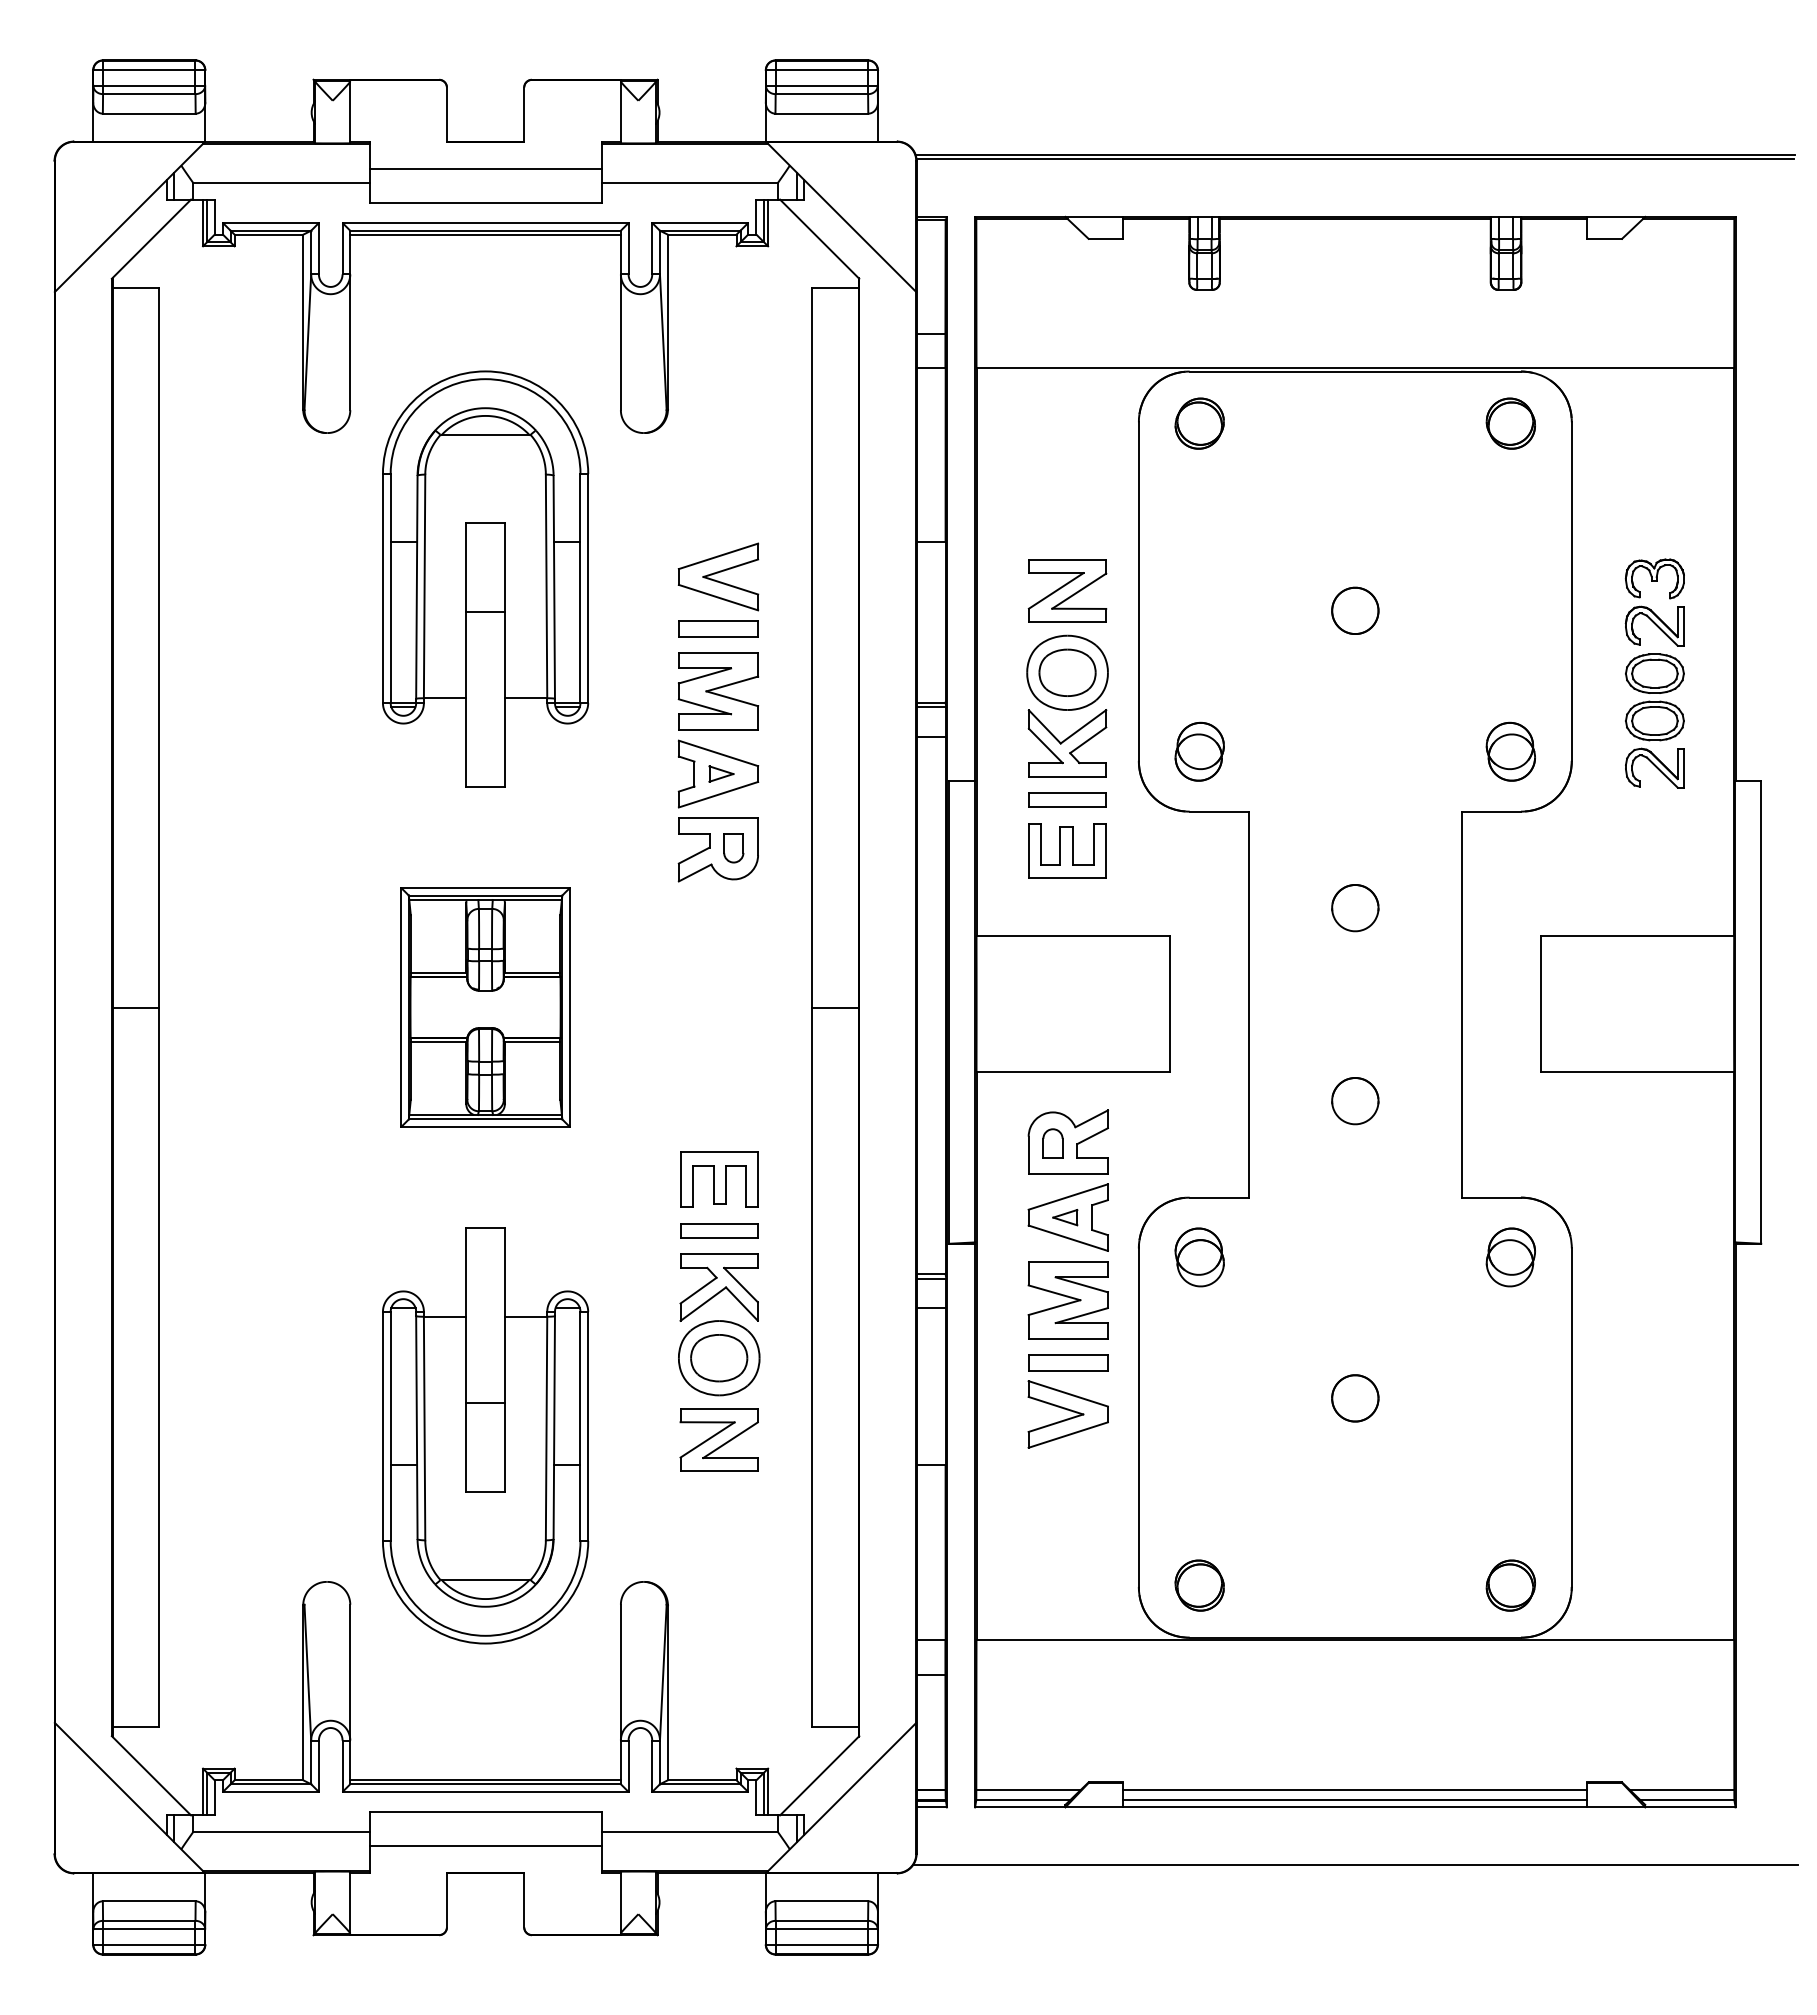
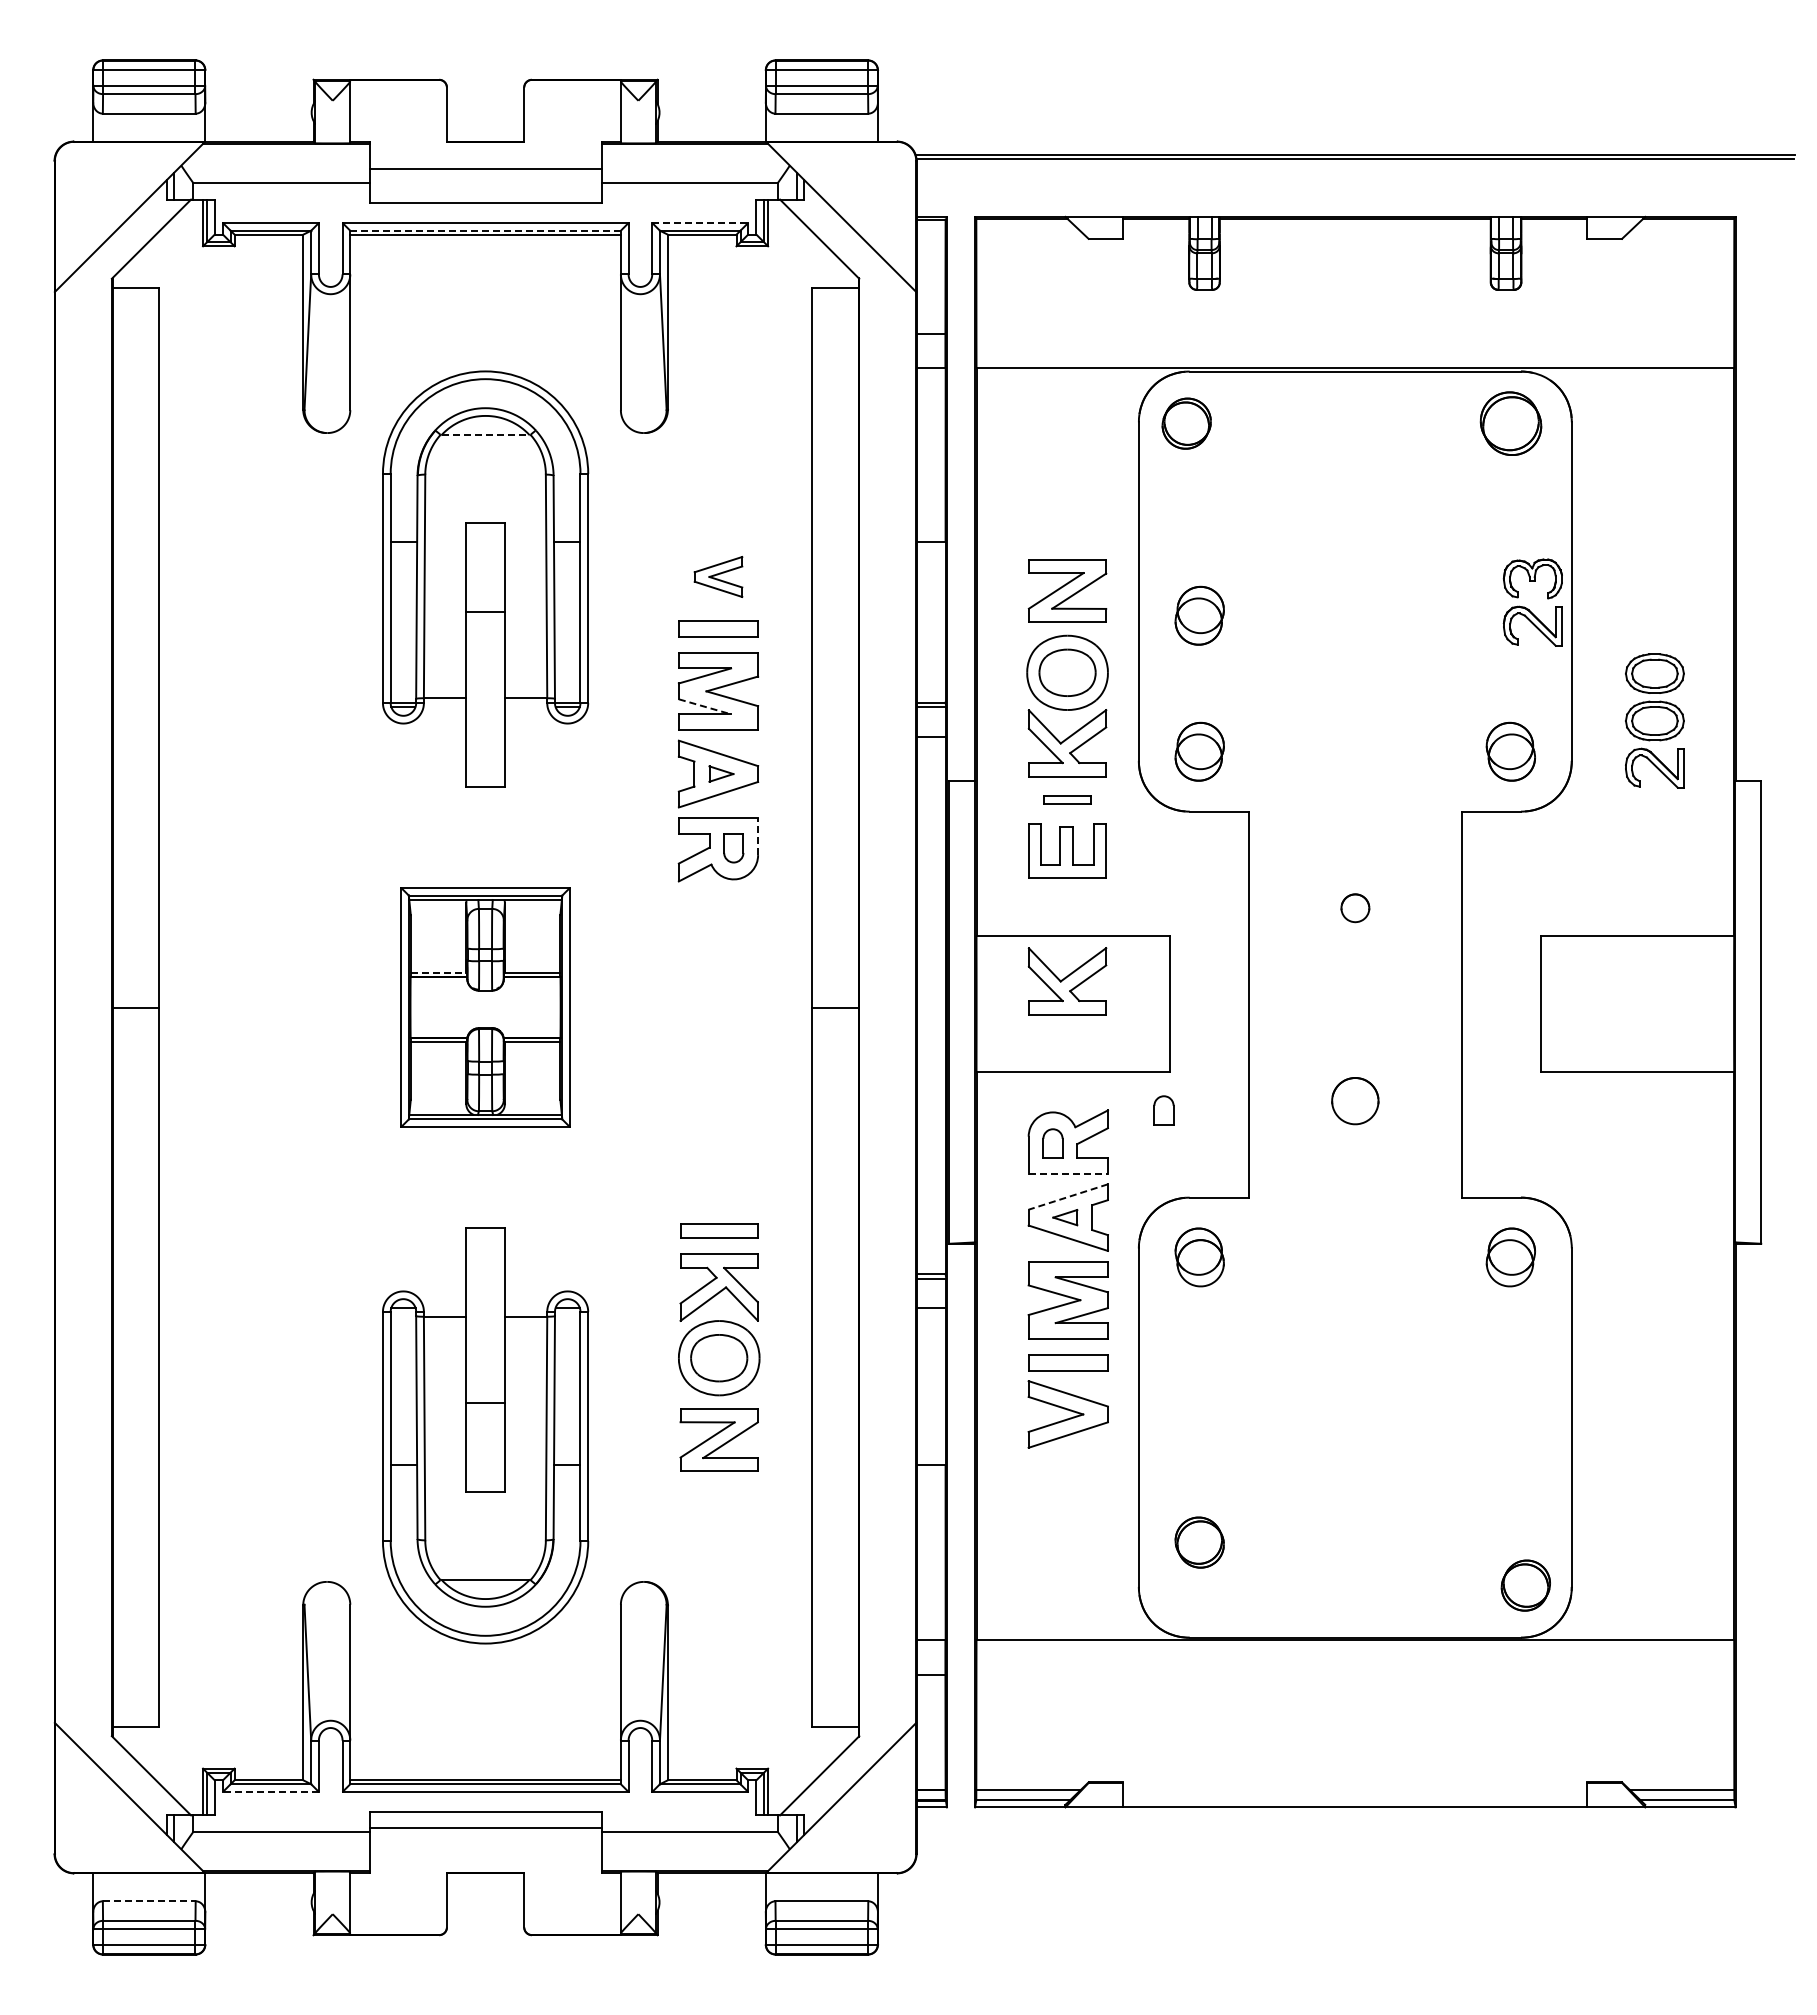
line at (700, 222): solid -> dashed
line at (486, 230): solid -> dashed
part at (1199, 423) position: (1199, 423) -> (1186, 423)
part at (1510, 423) size: 51x53 px -> 64x65 px
line at (486, 435): solid -> dashed
part at (718, 576) size: 83x70 px -> 51x42 px
part at (1650, 608) position: (1650, 608) -> (1528, 608)
part at (1355, 610): present -> none
part at (1199, 615): none -> present
line at (705, 706): solid -> dashed
part at (1067, 799) size: 79x16 px -> 49x10 px
line at (758, 836): solid -> dashed
part at (1355, 908) size: 49x49 px -> 31x31 px
line at (439, 972): solid -> dashed
part at (1067, 981): none -> present
part at (1163, 1110): none -> present
line at (1068, 1173): solid -> dashed
part at (719, 1179): present -> none
line at (1068, 1197): solid -> dashed
part at (1355, 1398): present -> none
part at (1199, 1585) position: (1199, 1585) -> (1199, 1542)
part at (1510, 1585) position: (1510, 1585) -> (1525, 1585)
line at (1355, 1789): present -> none
line at (270, 1791): solid -> dashed
line at (1355, 1800): present -> none
line at (485, 1846) position: (485, 1846) -> (485, 1828)
line at (1355, 1865): present -> none
line at (149, 1901): solid -> dashed
